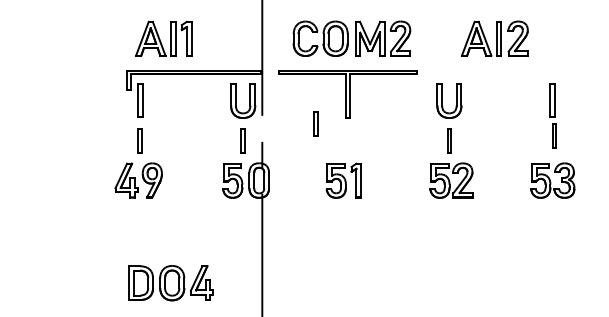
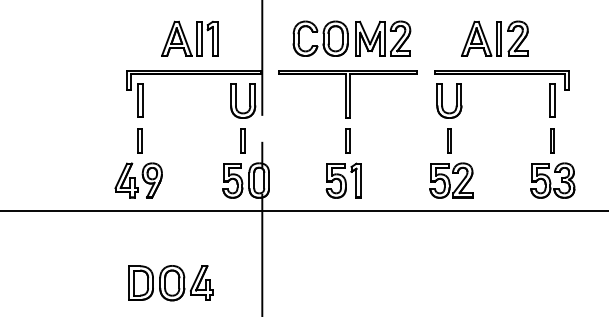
part at (163, 38) position: (163, 38) -> (189, 38)
part at (501, 80): none -> present
part at (315, 123) position: (315, 123) -> (347, 140)
line at (553, 135) position: (553, 135) -> (551, 140)
line at (303, 211): none -> present
